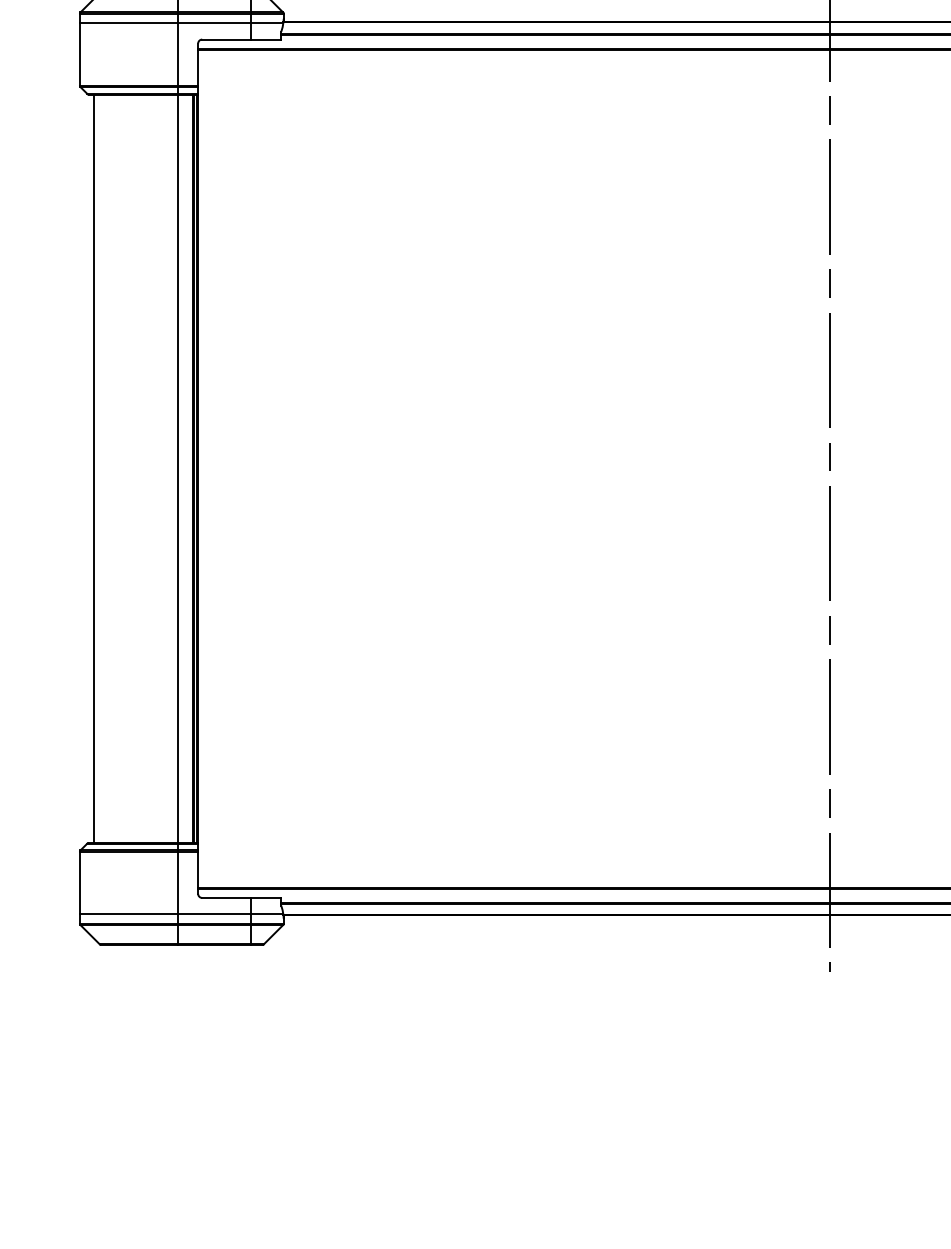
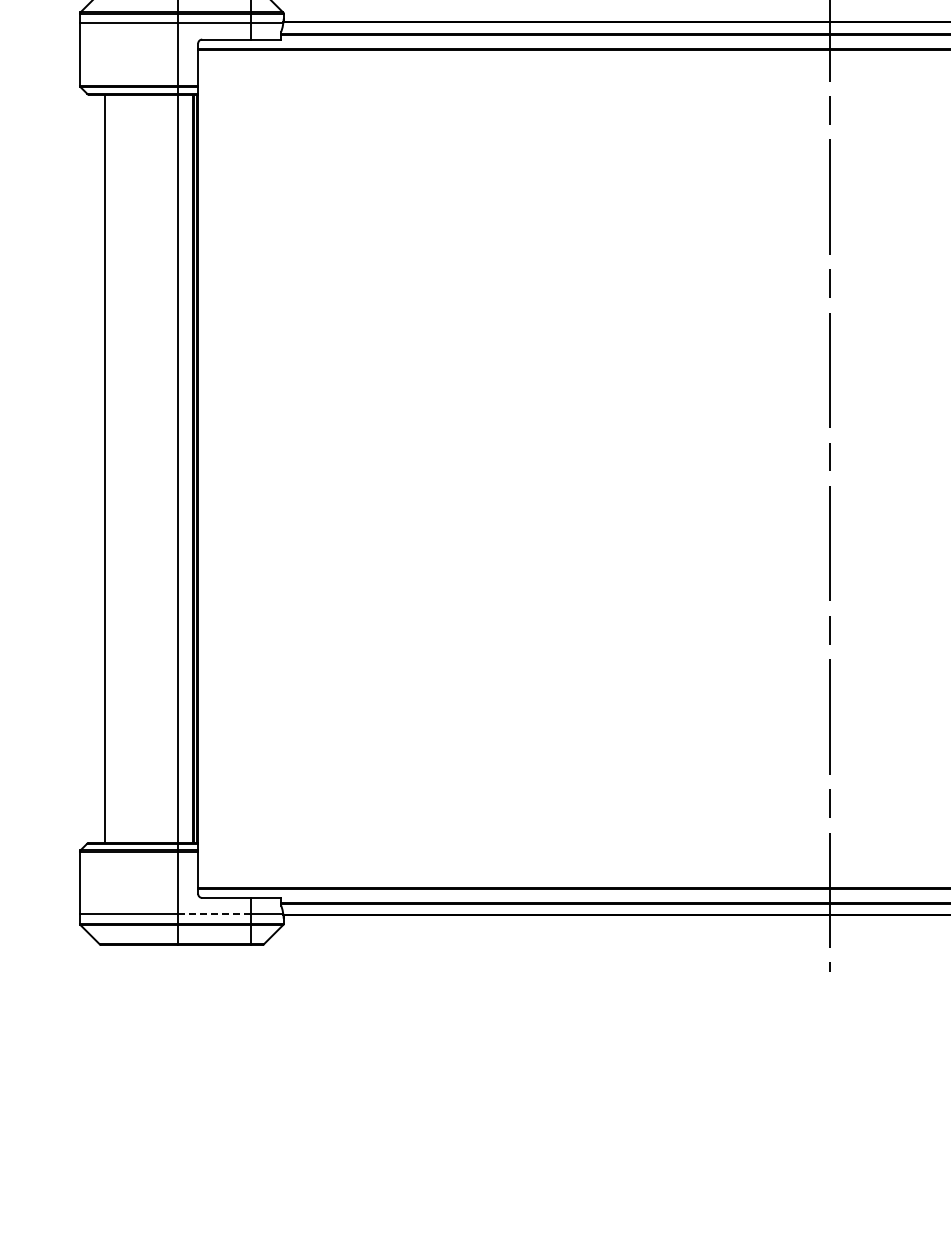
line at (94, 468) position: (94, 468) -> (105, 468)
line at (214, 914): solid -> dashed
